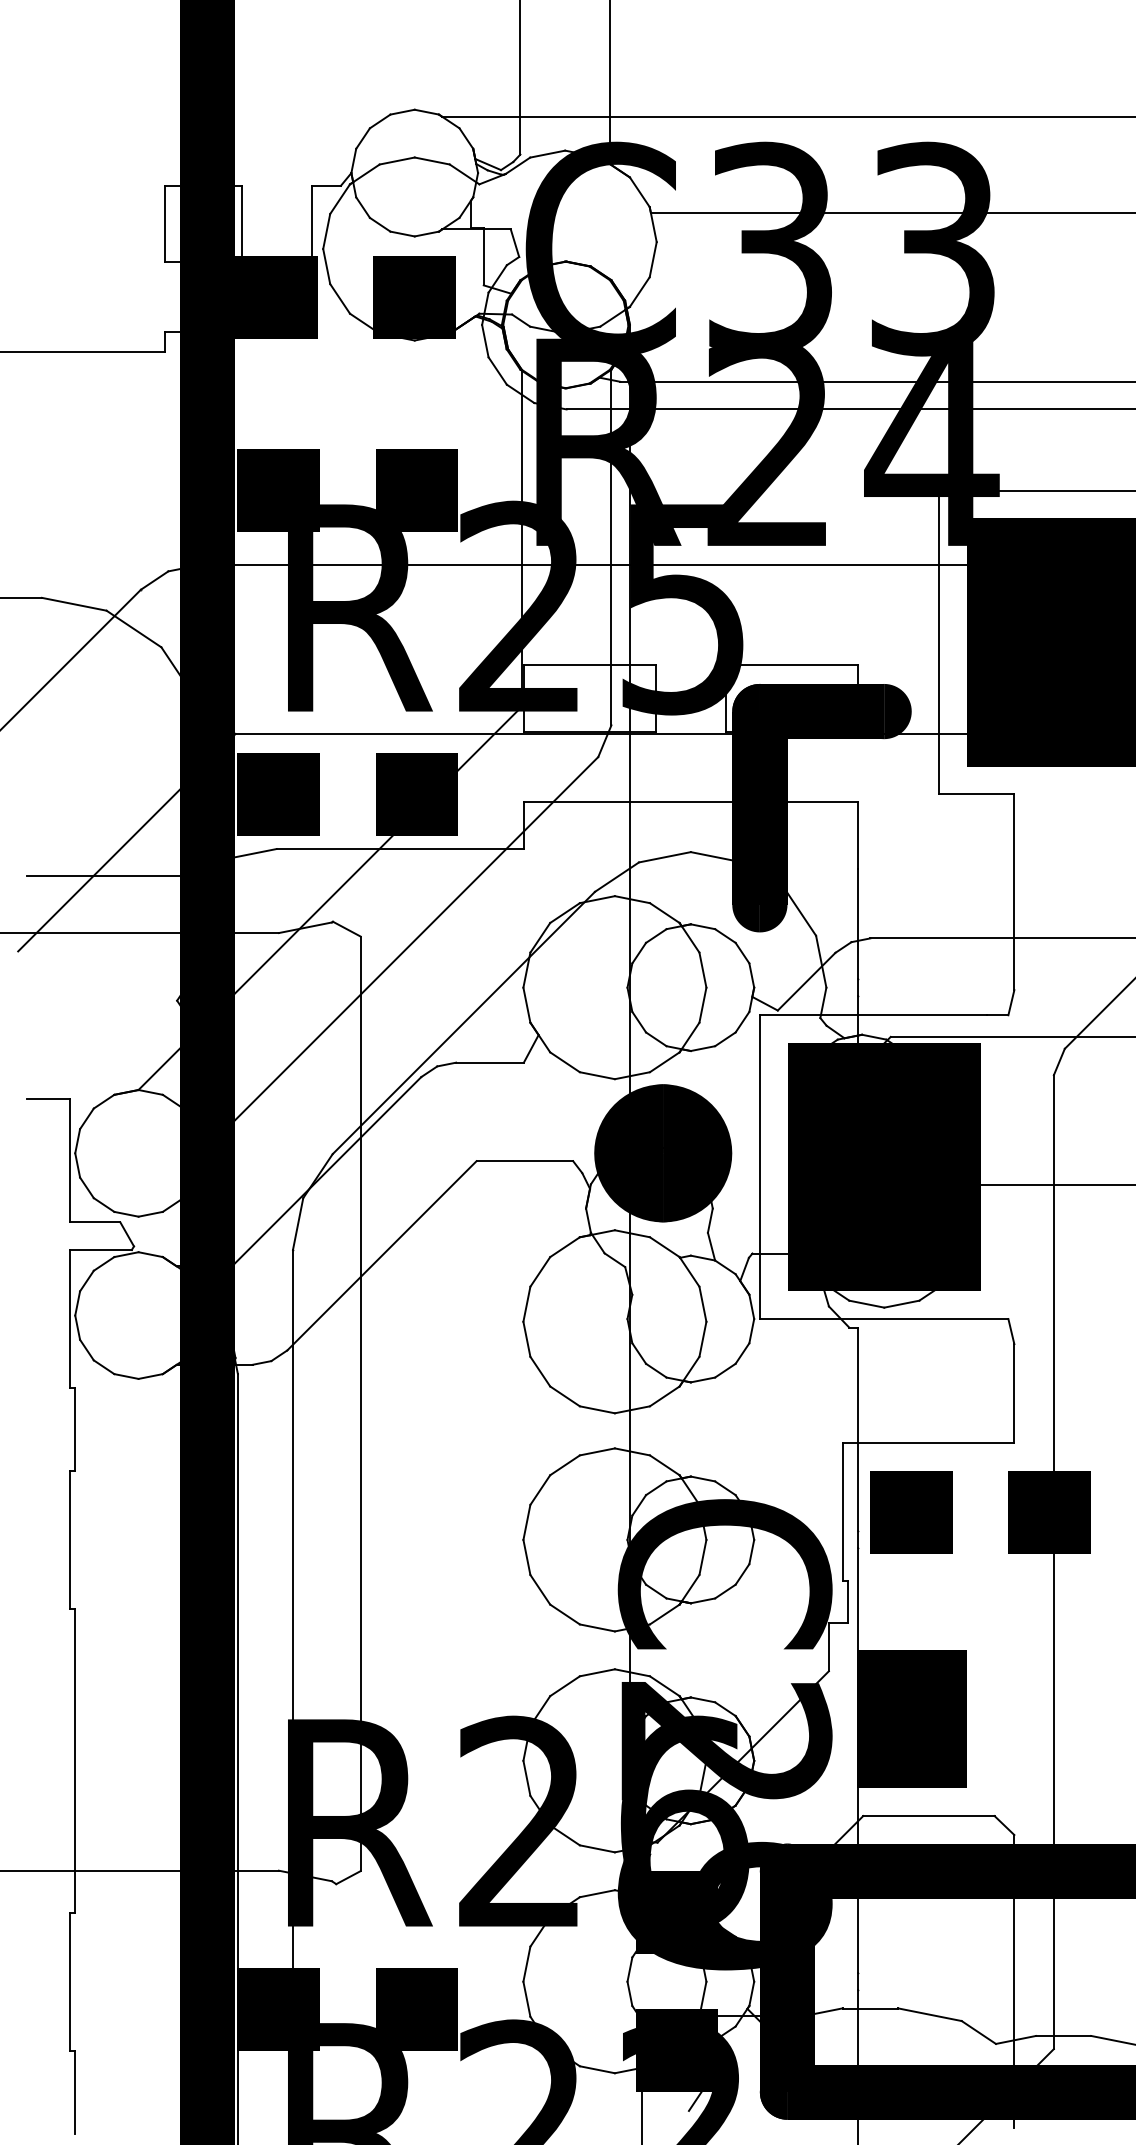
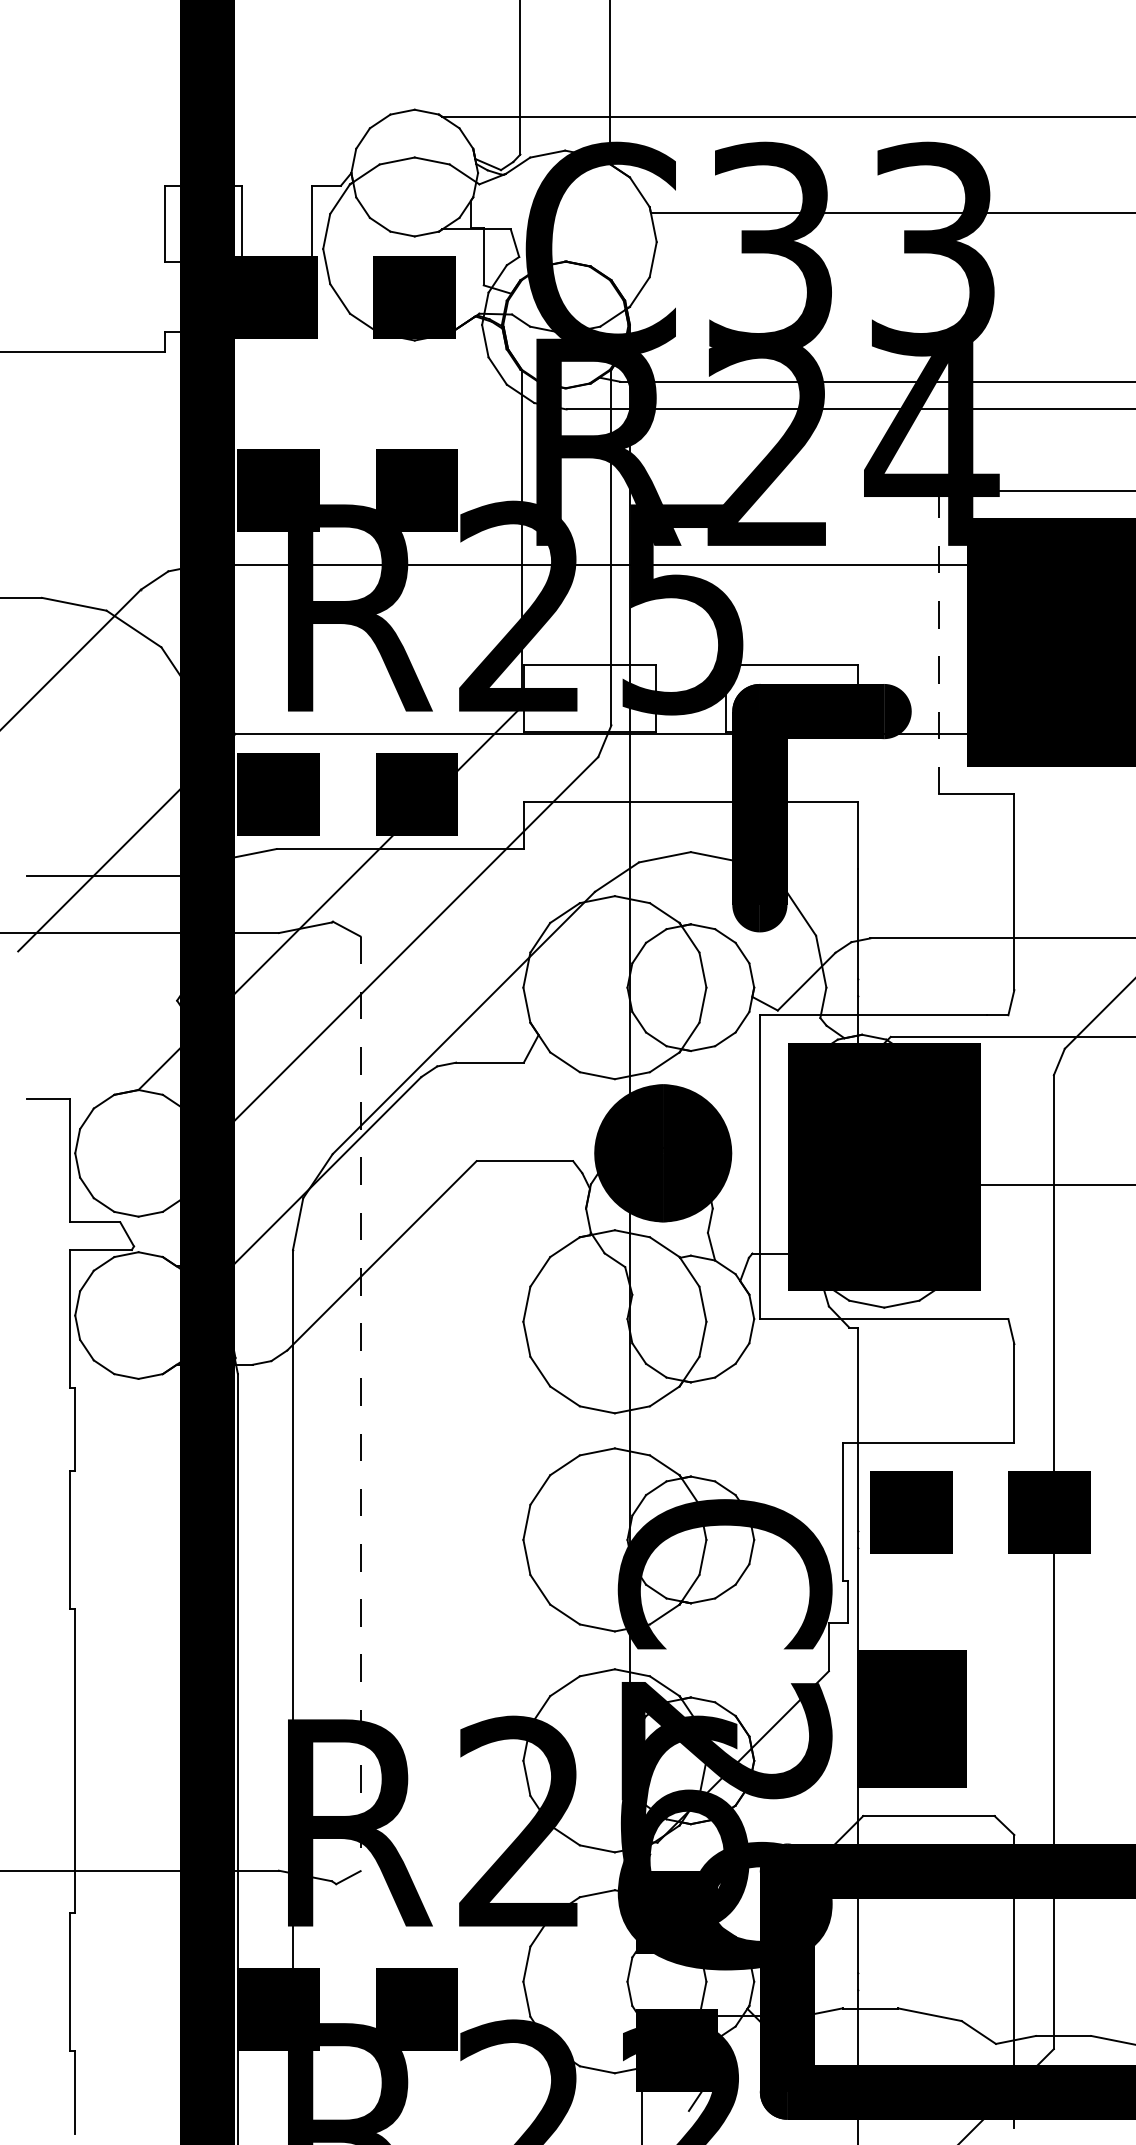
line at (939, 642): solid -> dashed
line at (360, 1404): solid -> dashed
